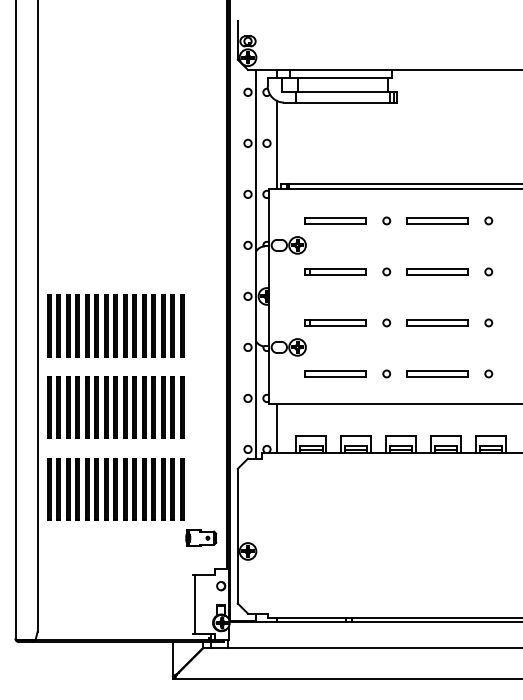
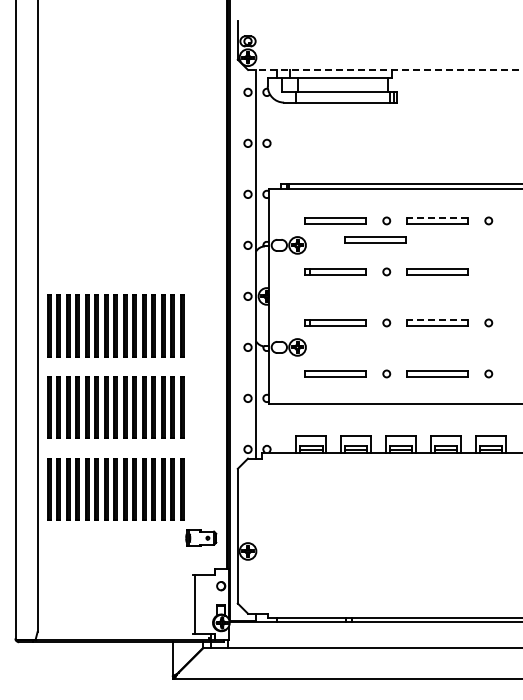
line at (385, 69): solid -> dashed
line at (277, 145): present -> none
line at (437, 217): solid -> dashed
part at (375, 239): none -> present
circle at (488, 271): present -> none
line at (437, 319): solid -> dashed
line at (277, 427): present -> none
